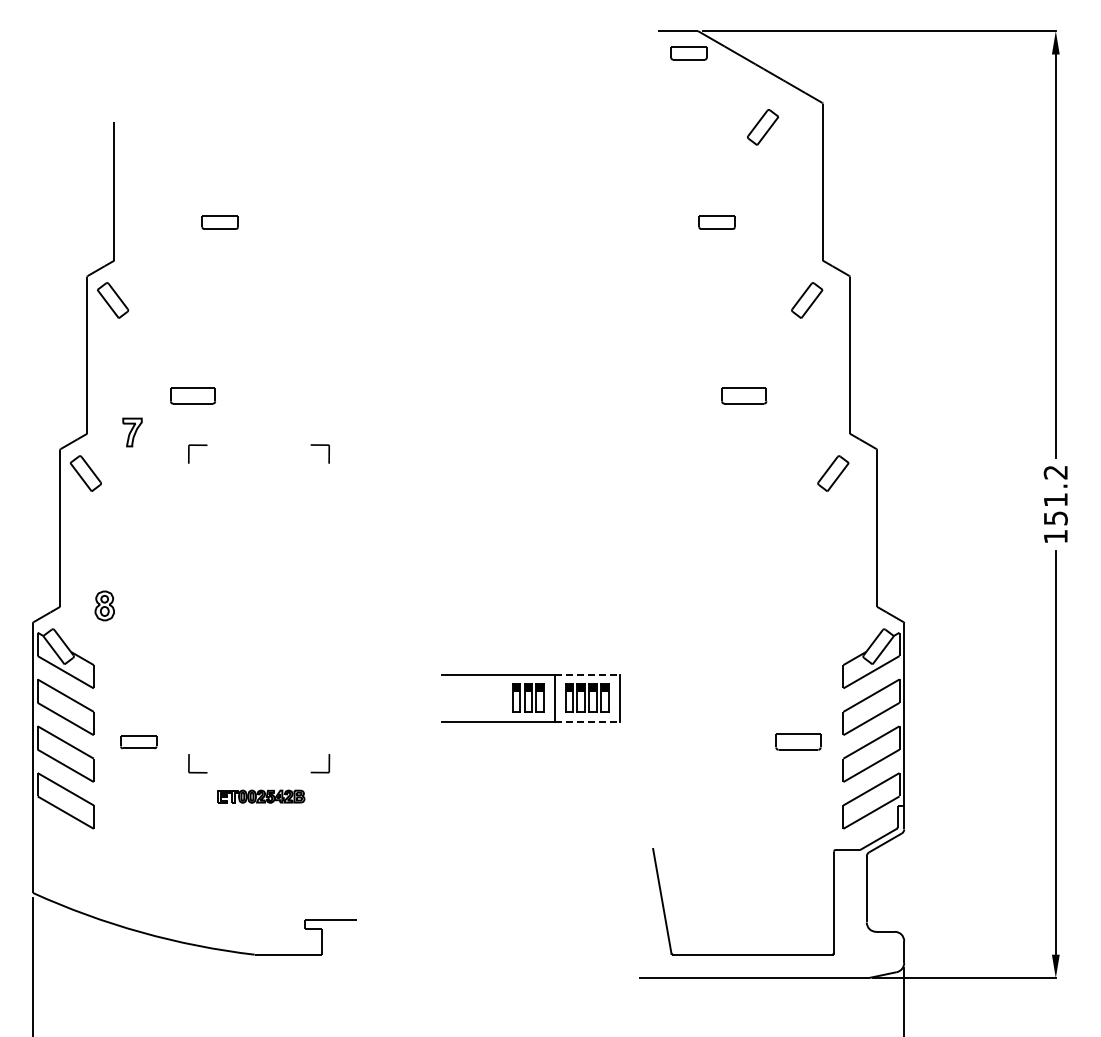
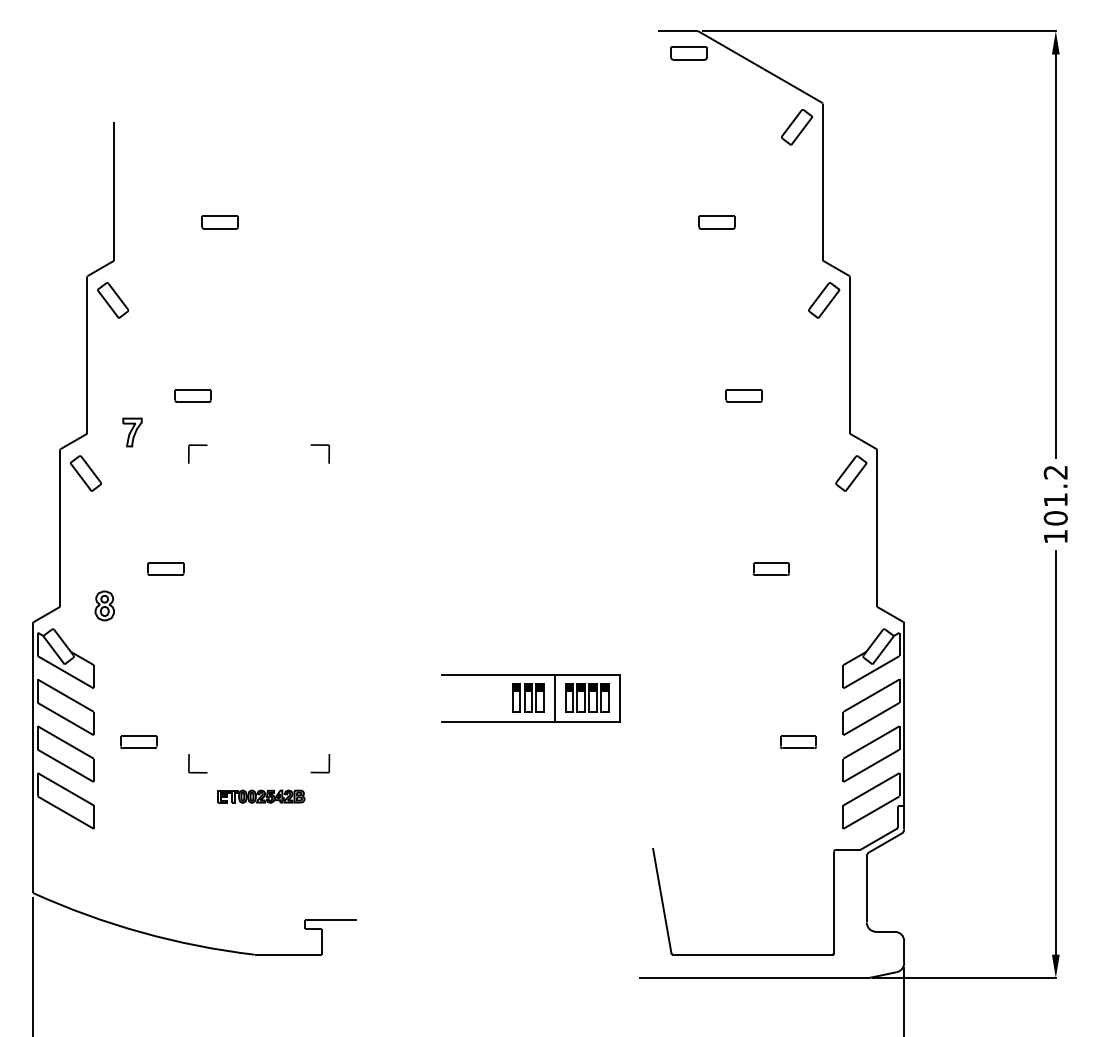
part at (763, 127) position: (763, 127) -> (797, 127)
part at (807, 300) position: (807, 300) -> (824, 300)
part at (192, 395) size: 46x18 px -> 38x14 px
part at (744, 395) size: 47x18 px -> 38x14 px
part at (833, 473) position: (833, 473) -> (851, 473)
text at (1055, 518): 151.2 -> 101.2
part at (770, 568): none -> present
part at (165, 569): none -> present
line at (587, 675): dashed -> solid
line at (587, 721): dashed -> solid
part at (798, 741) size: 47x18 px -> 37x15 px
